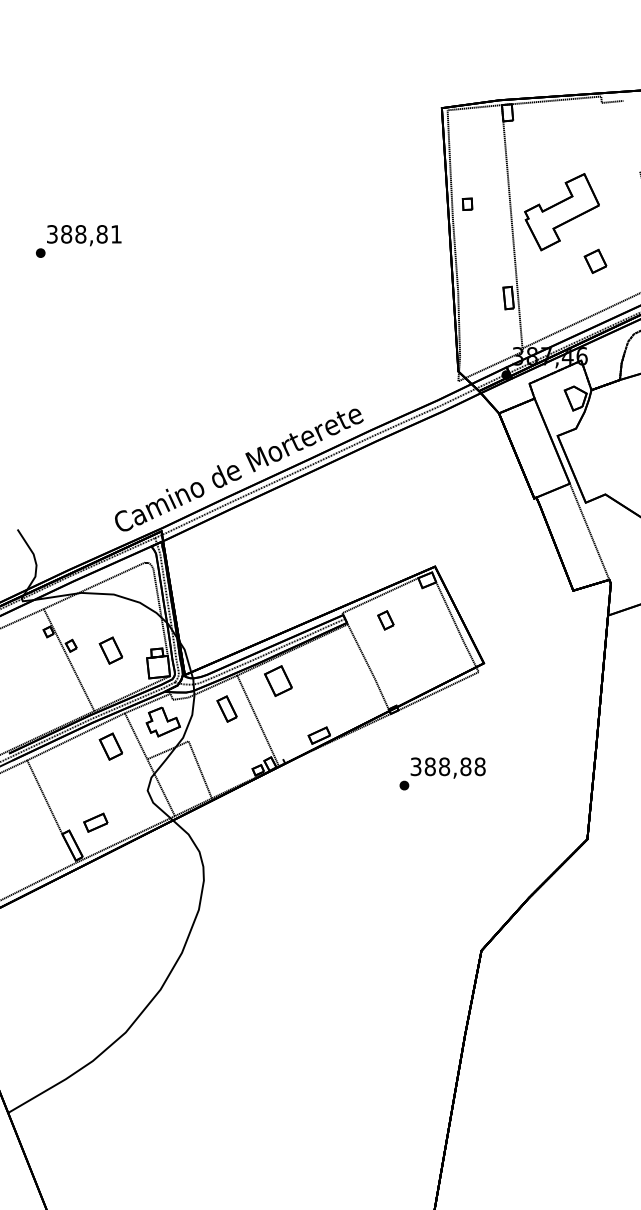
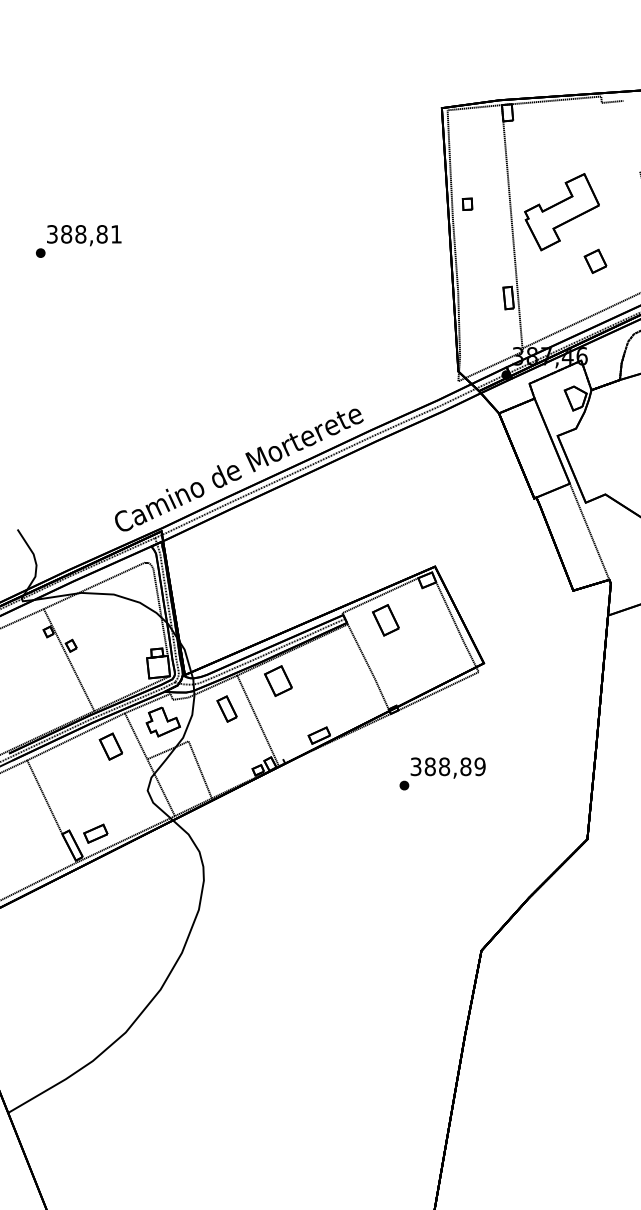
part at (385, 620) size: 18x21 px -> 28x33 px
part at (110, 650): present -> none
text at (479, 766): 388,88 -> 388,89
part at (95, 822) position: (95, 822) -> (95, 833)
